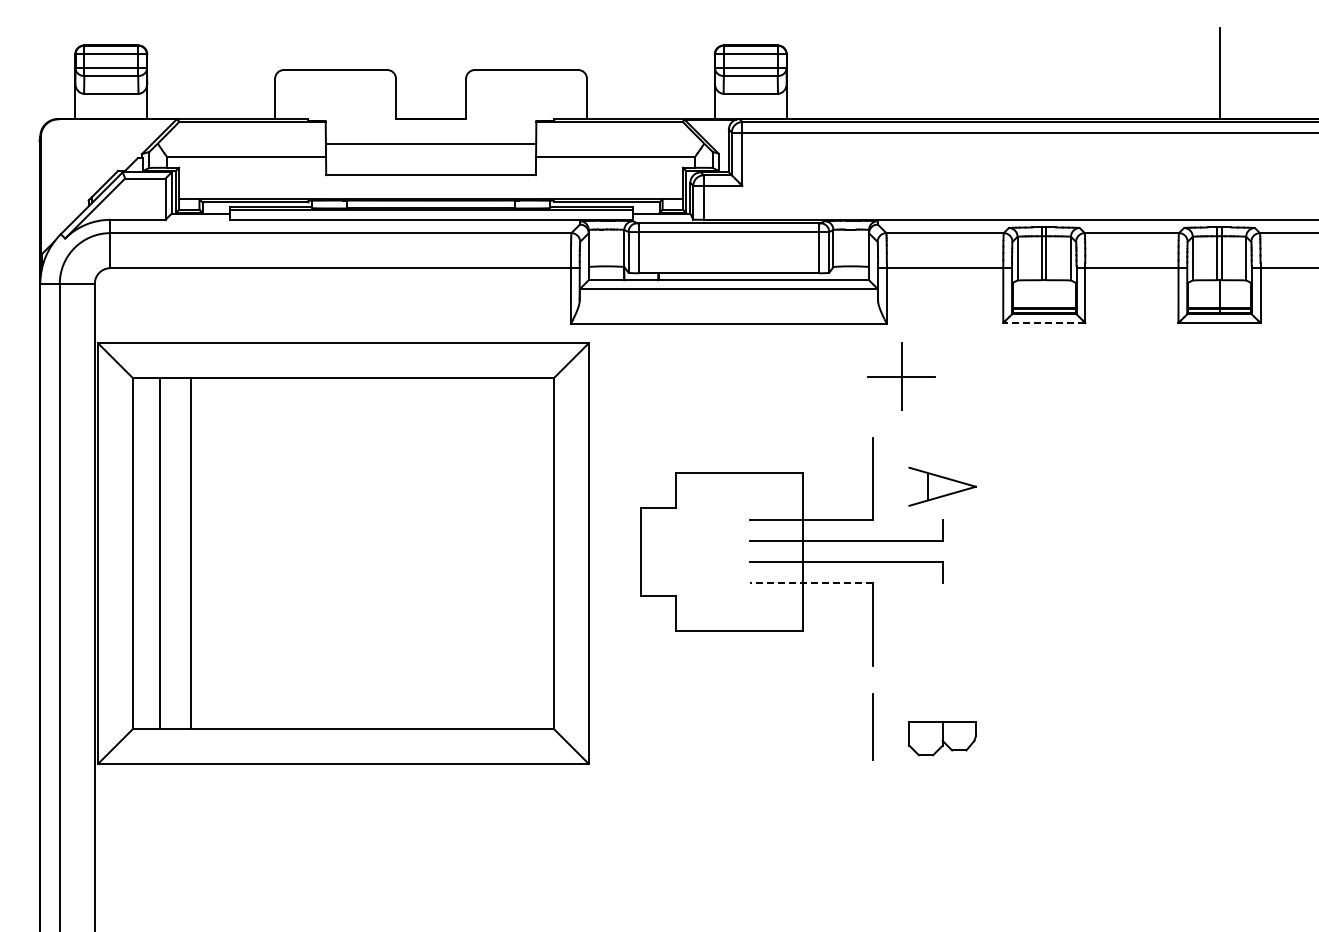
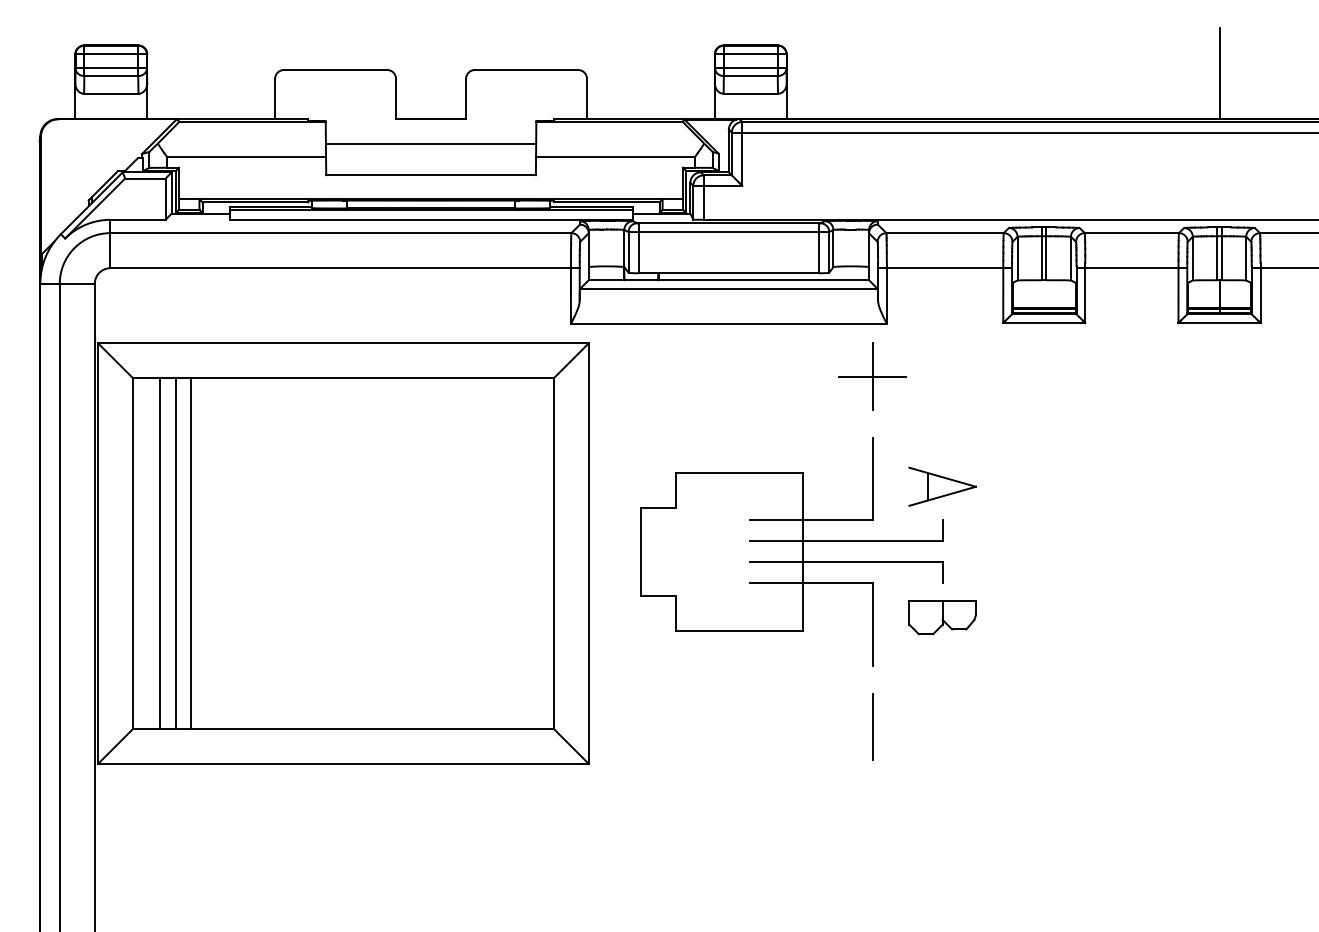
line at (1043, 323): dashed -> solid
part at (901, 376) position: (901, 376) -> (872, 376)
line at (175, 553): none -> present
line at (810, 583): dashed -> solid
part at (942, 738) position: (942, 738) -> (942, 617)
